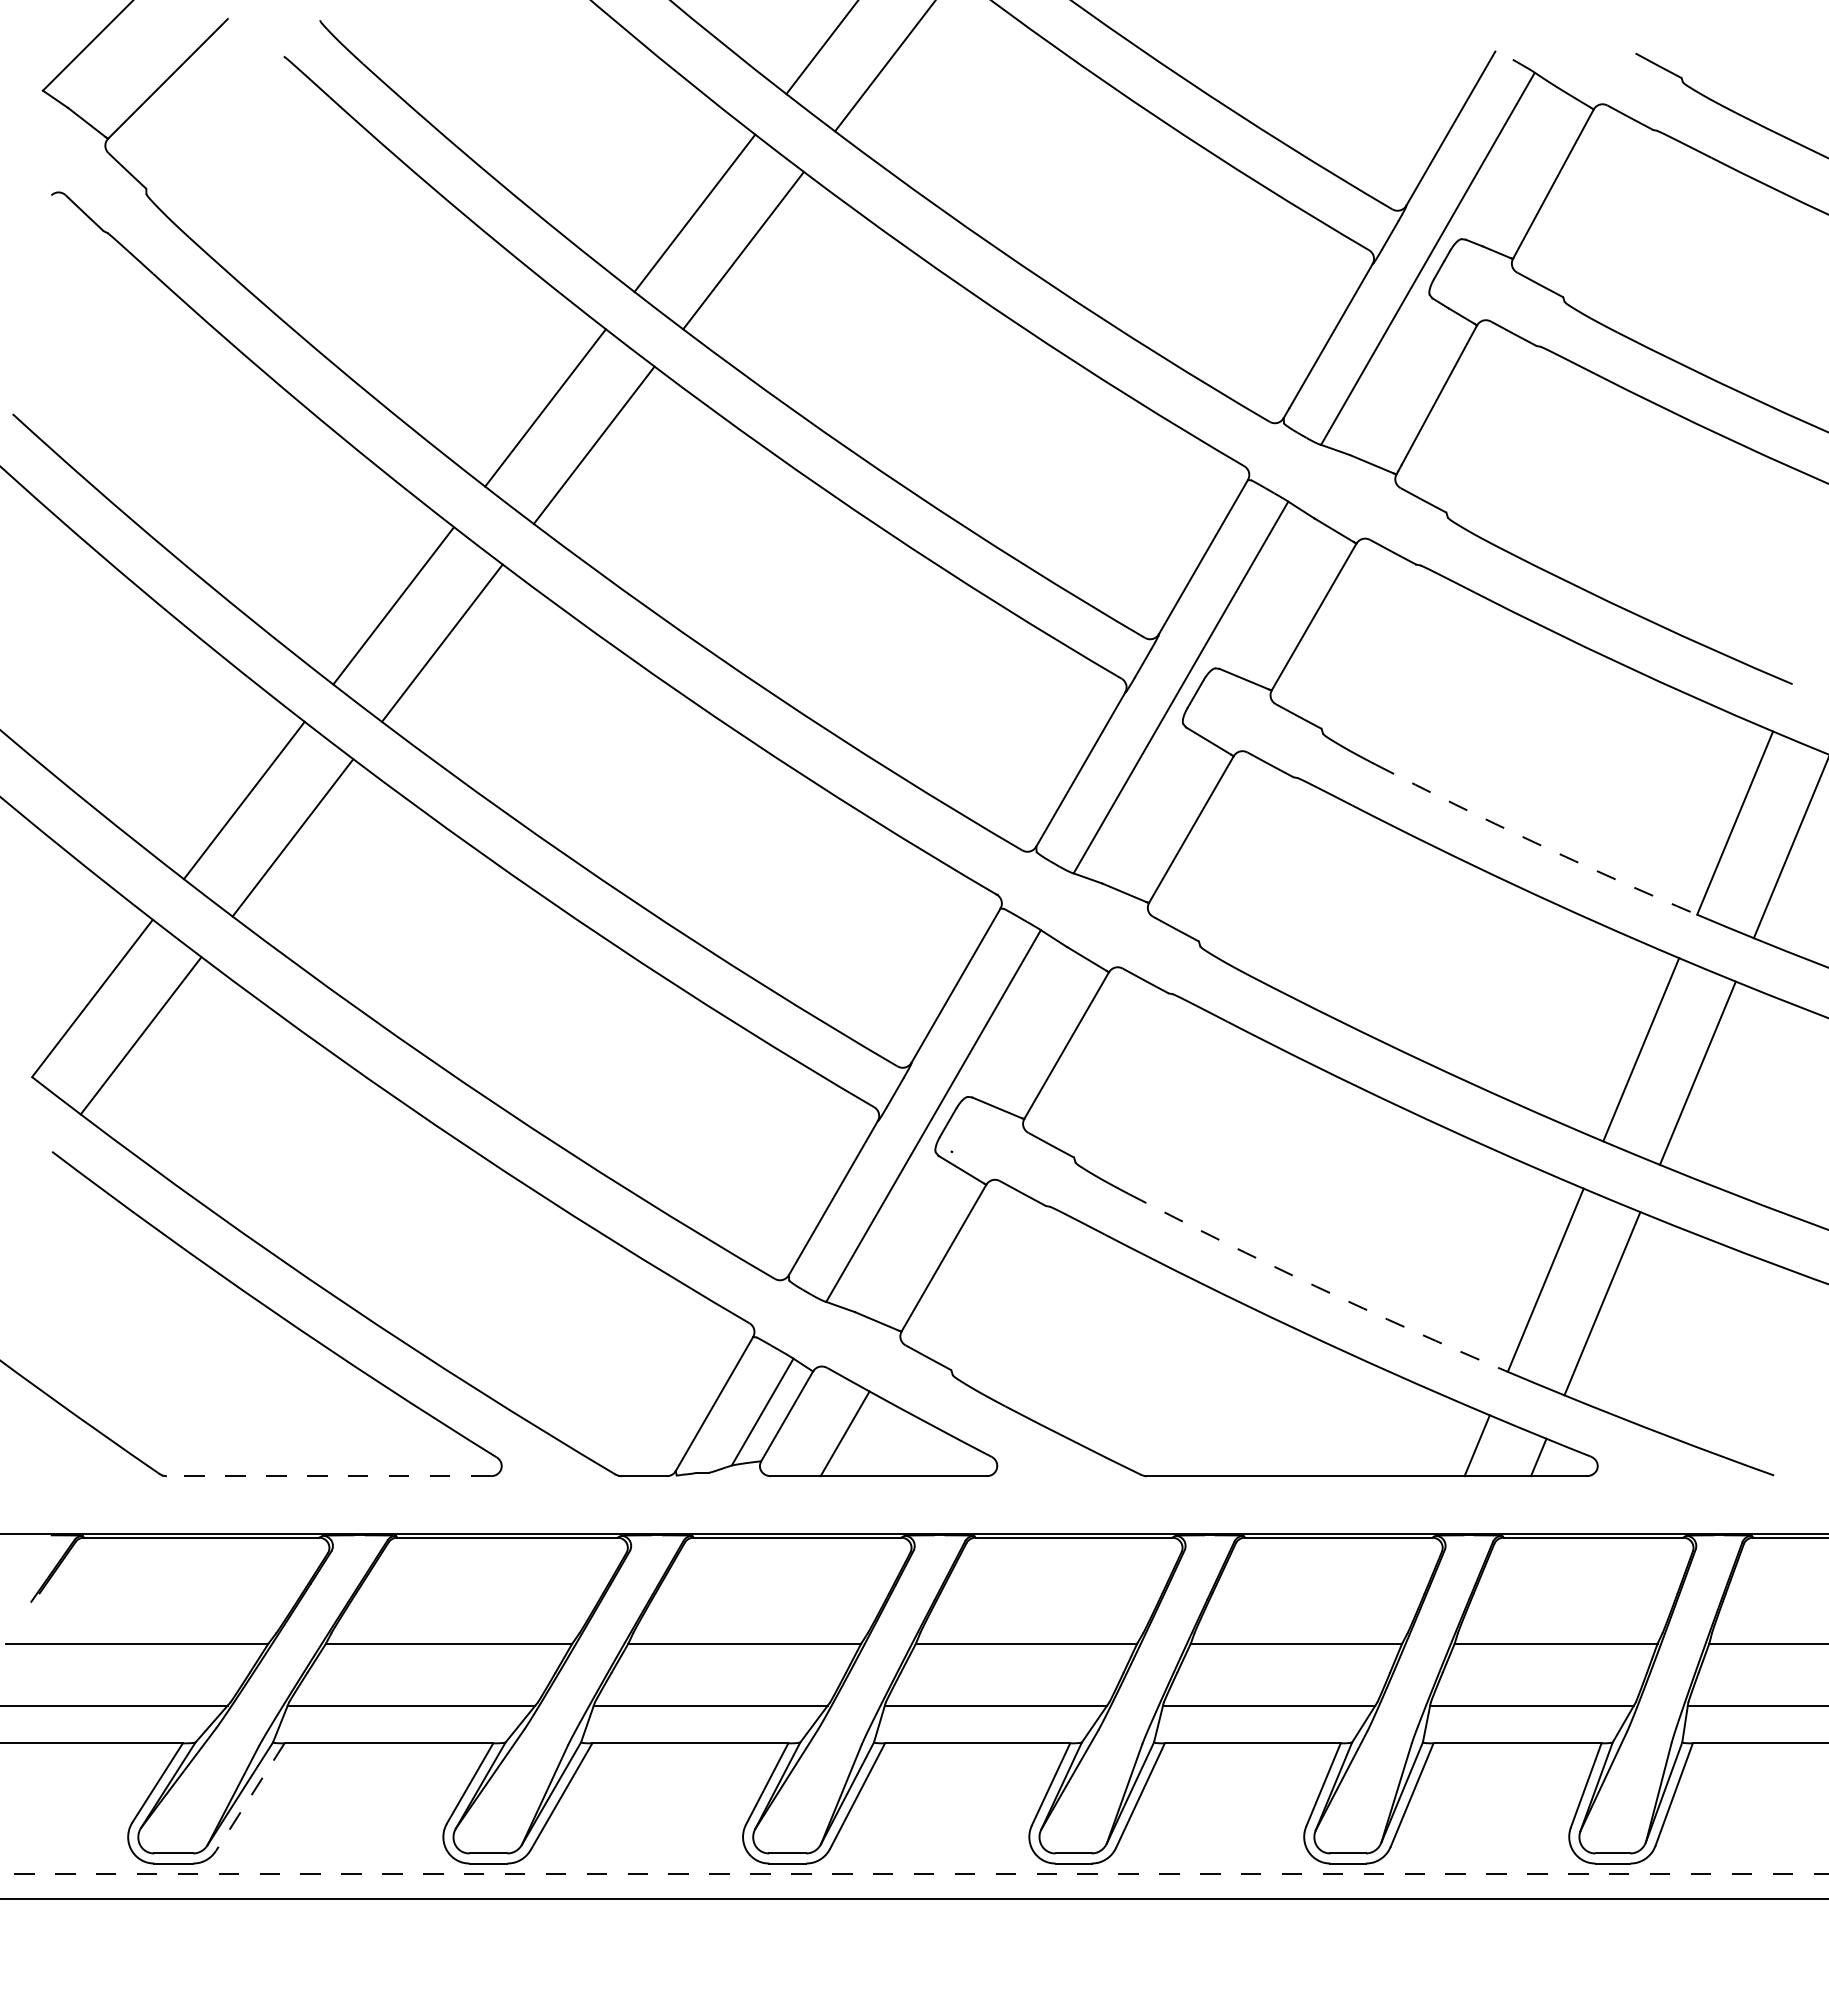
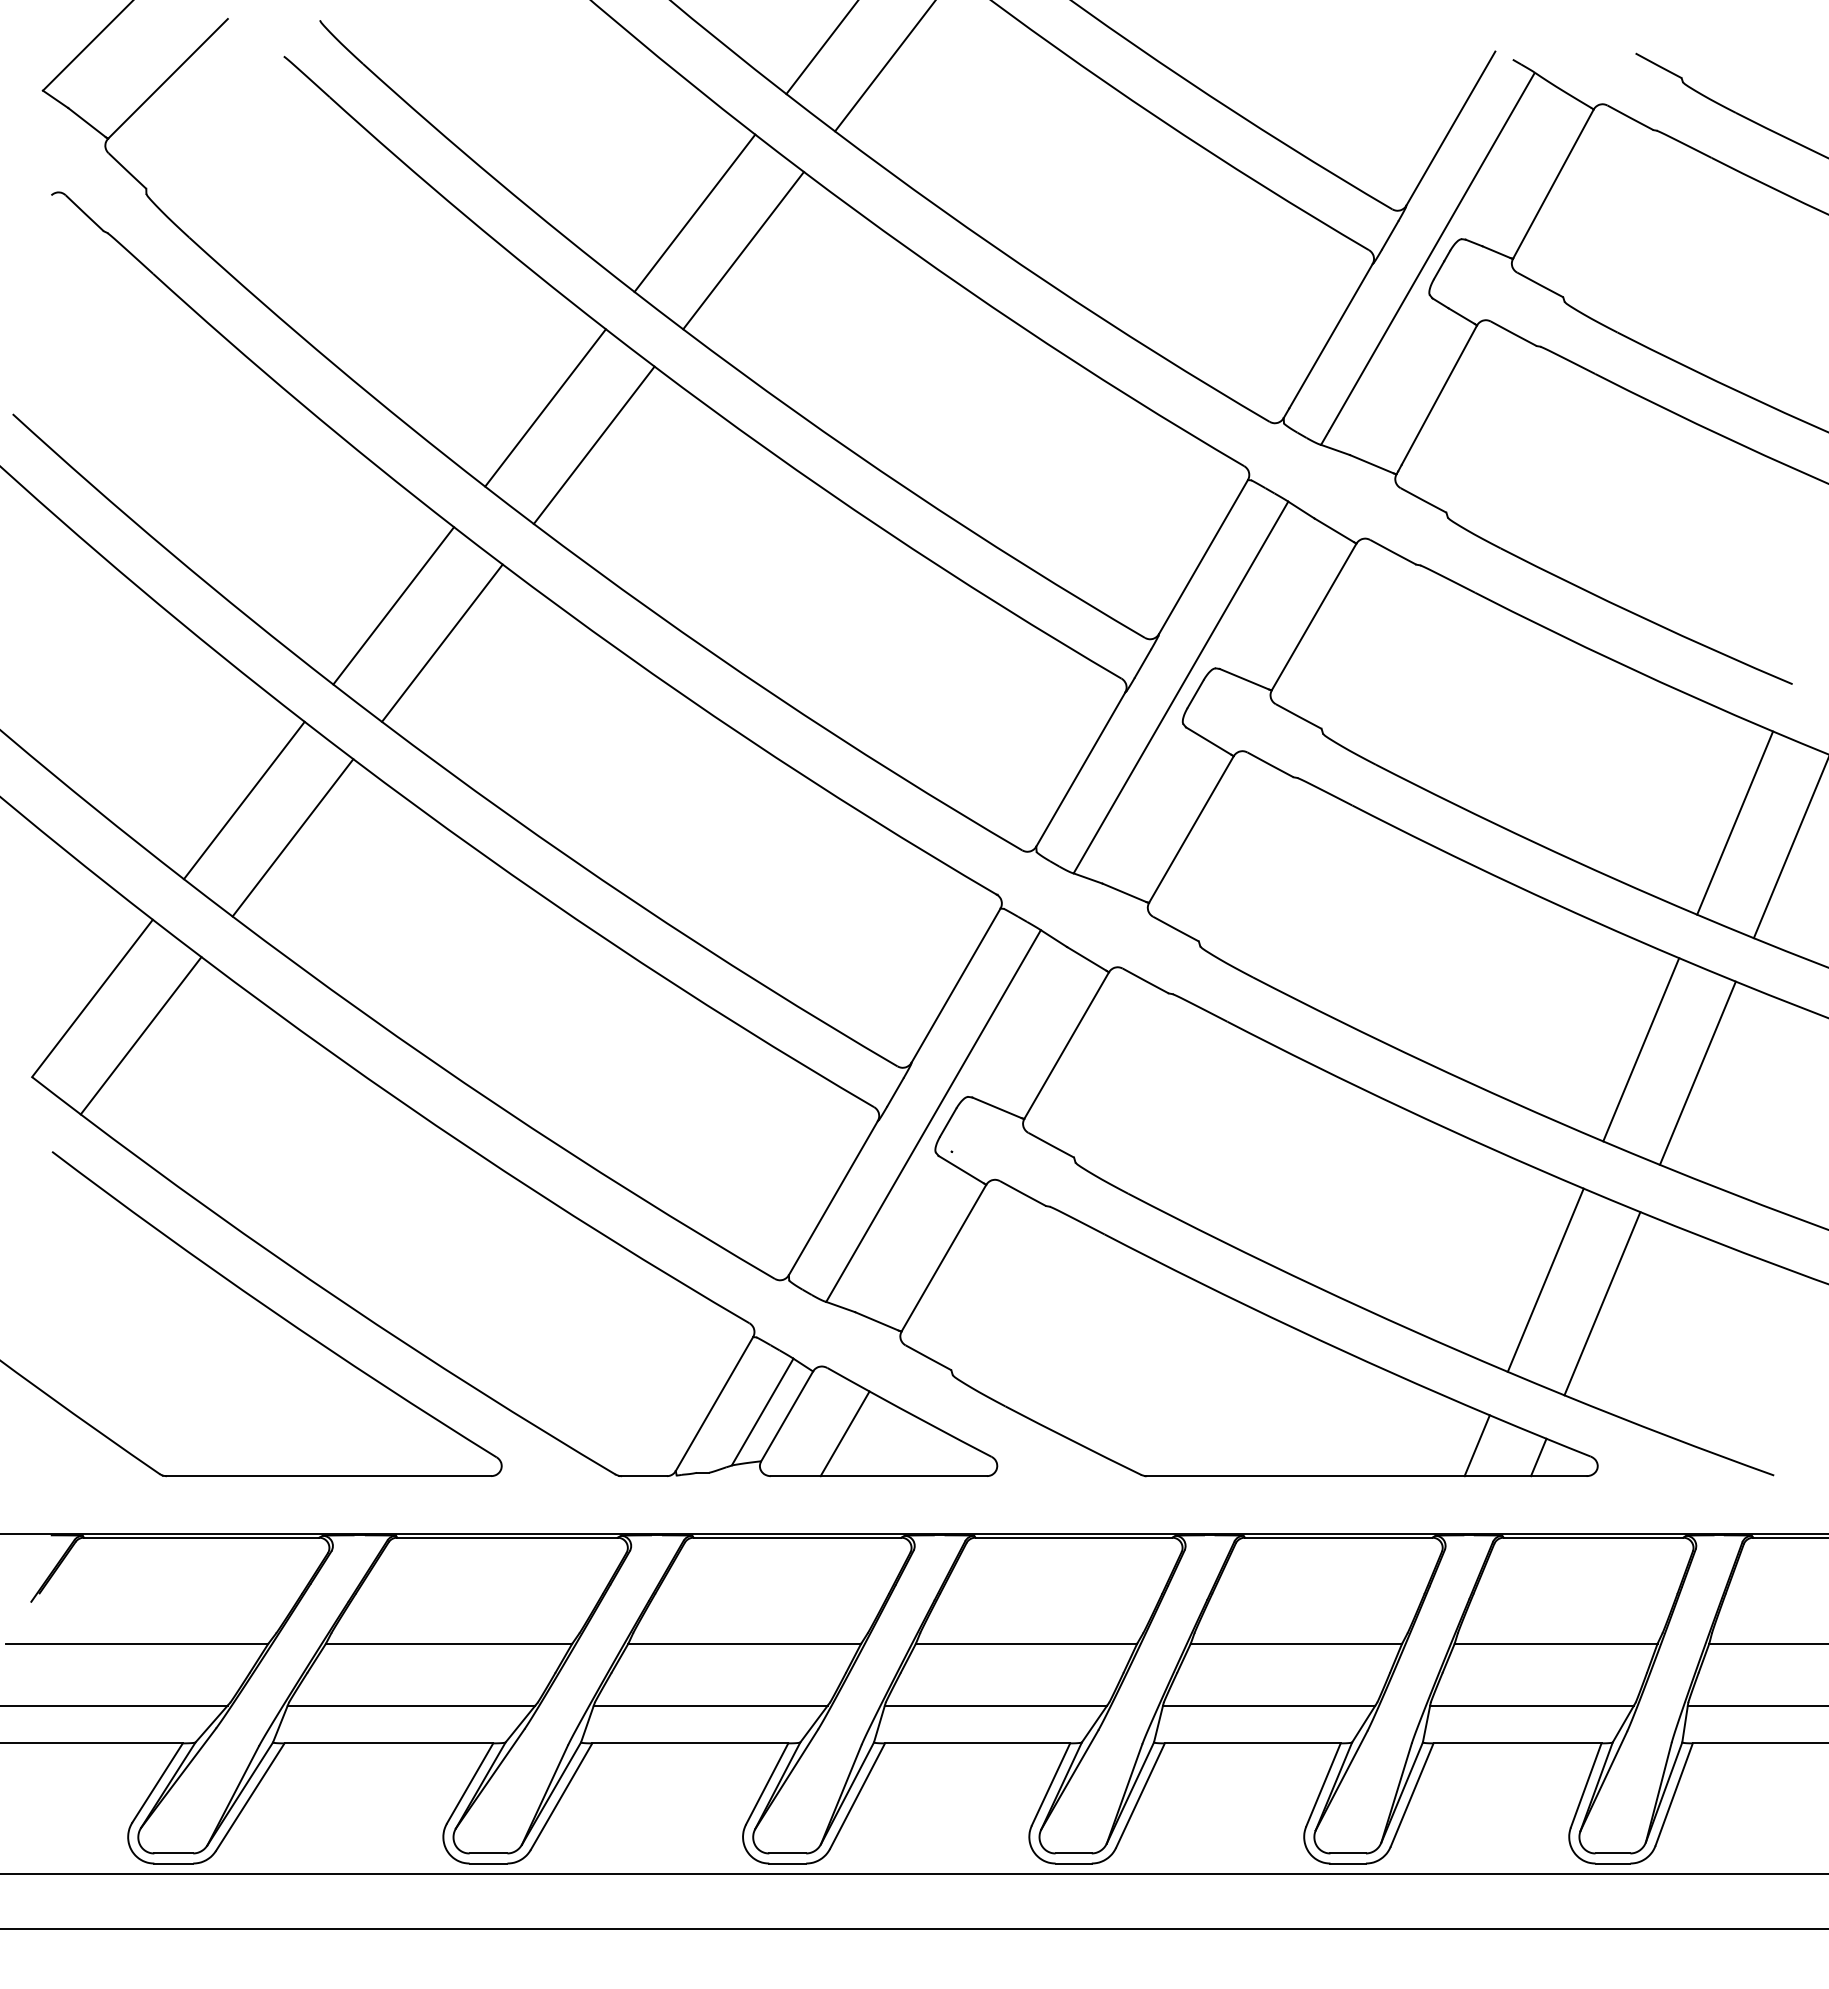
arc at (1535, 842): dashed -> solid
arc at (1316, 1286): dashed -> solid
line at (328, 1476): dashed -> solid
line at (250, 1797): dashed -> solid
line at (914, 1873): dashed -> solid
line at (913, 1899) position: (913, 1899) -> (913, 1929)
